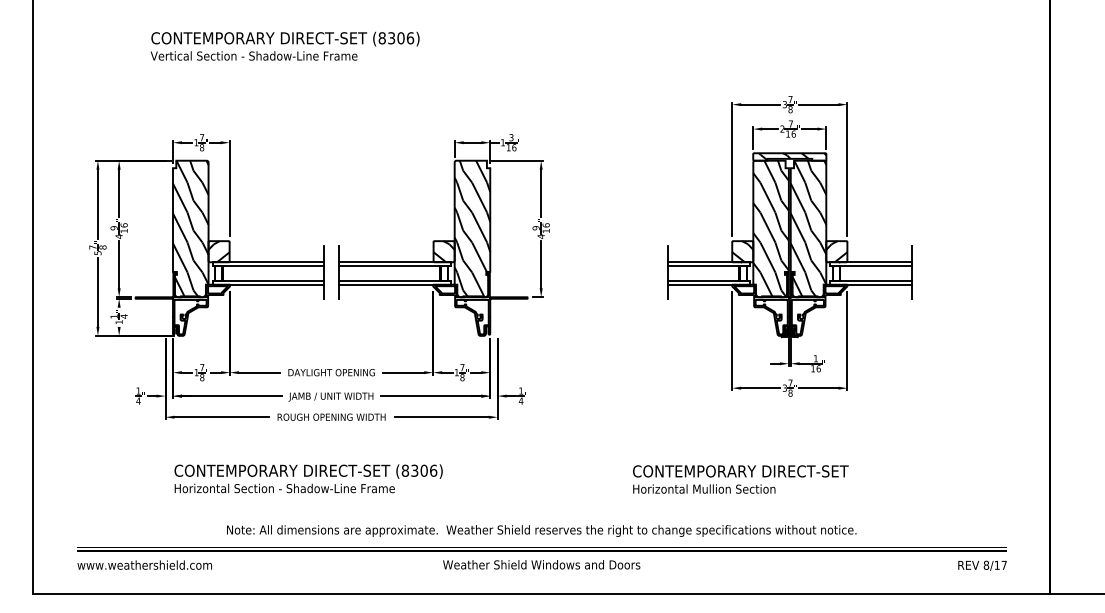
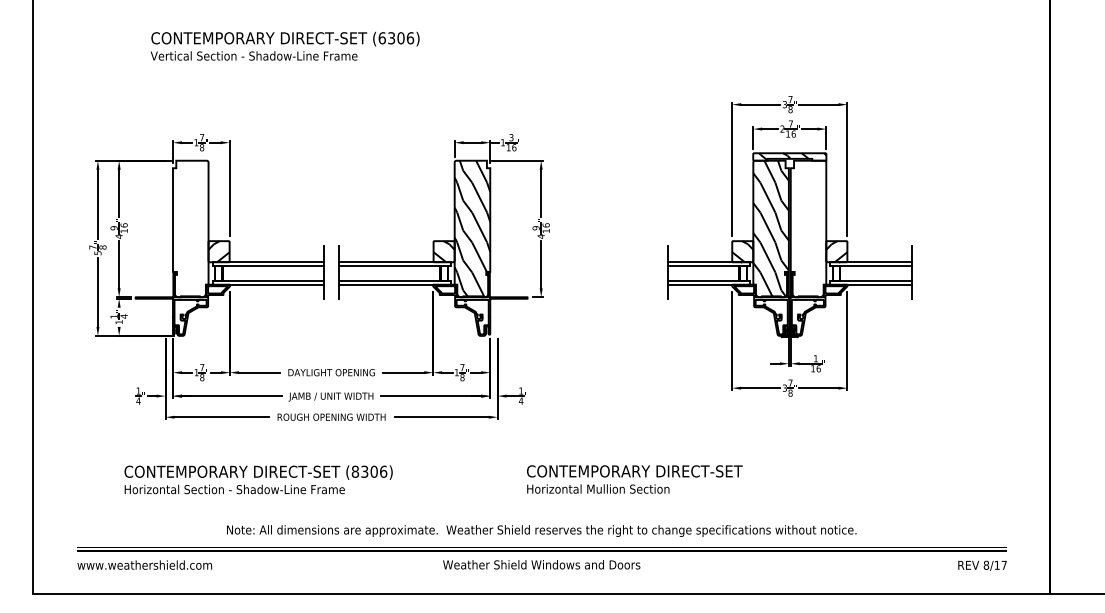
text at (381, 38): (8306) -> (6306)
hatch at (190, 228): present -> none
hatch at (808, 228): present -> none
text at (308, 478) position: (308, 478) -> (258, 479)
text at (740, 479) position: (740, 479) -> (634, 479)
